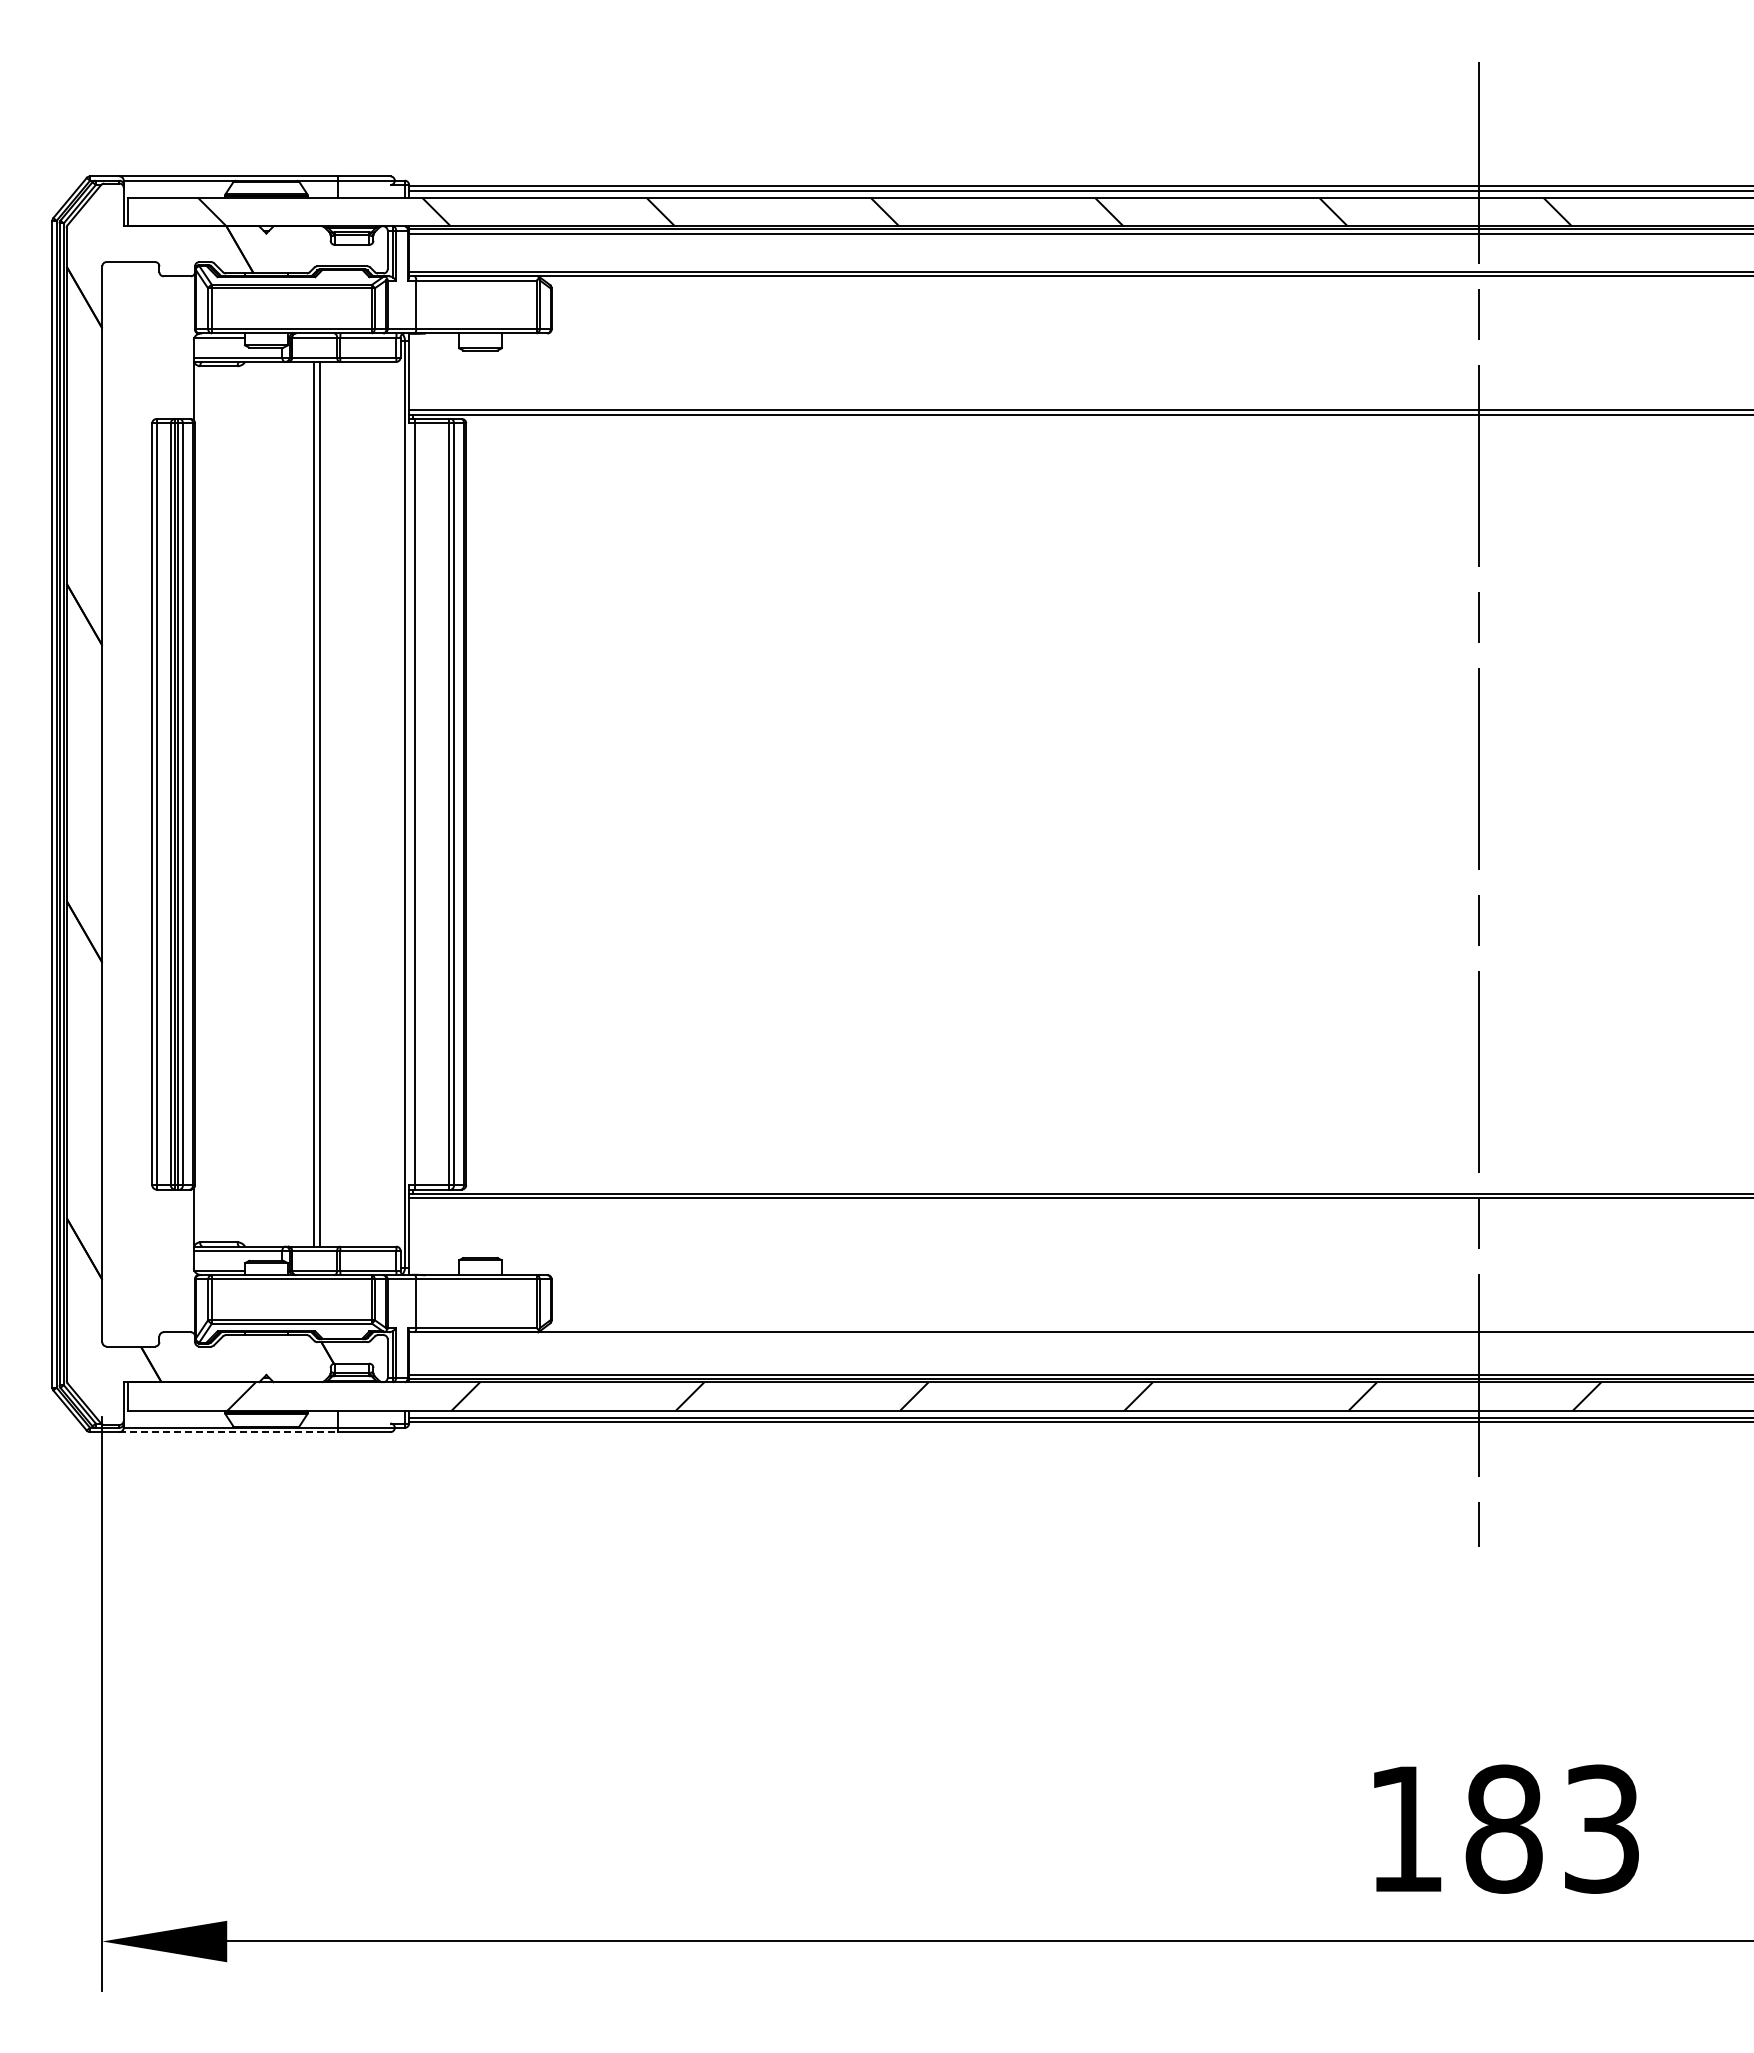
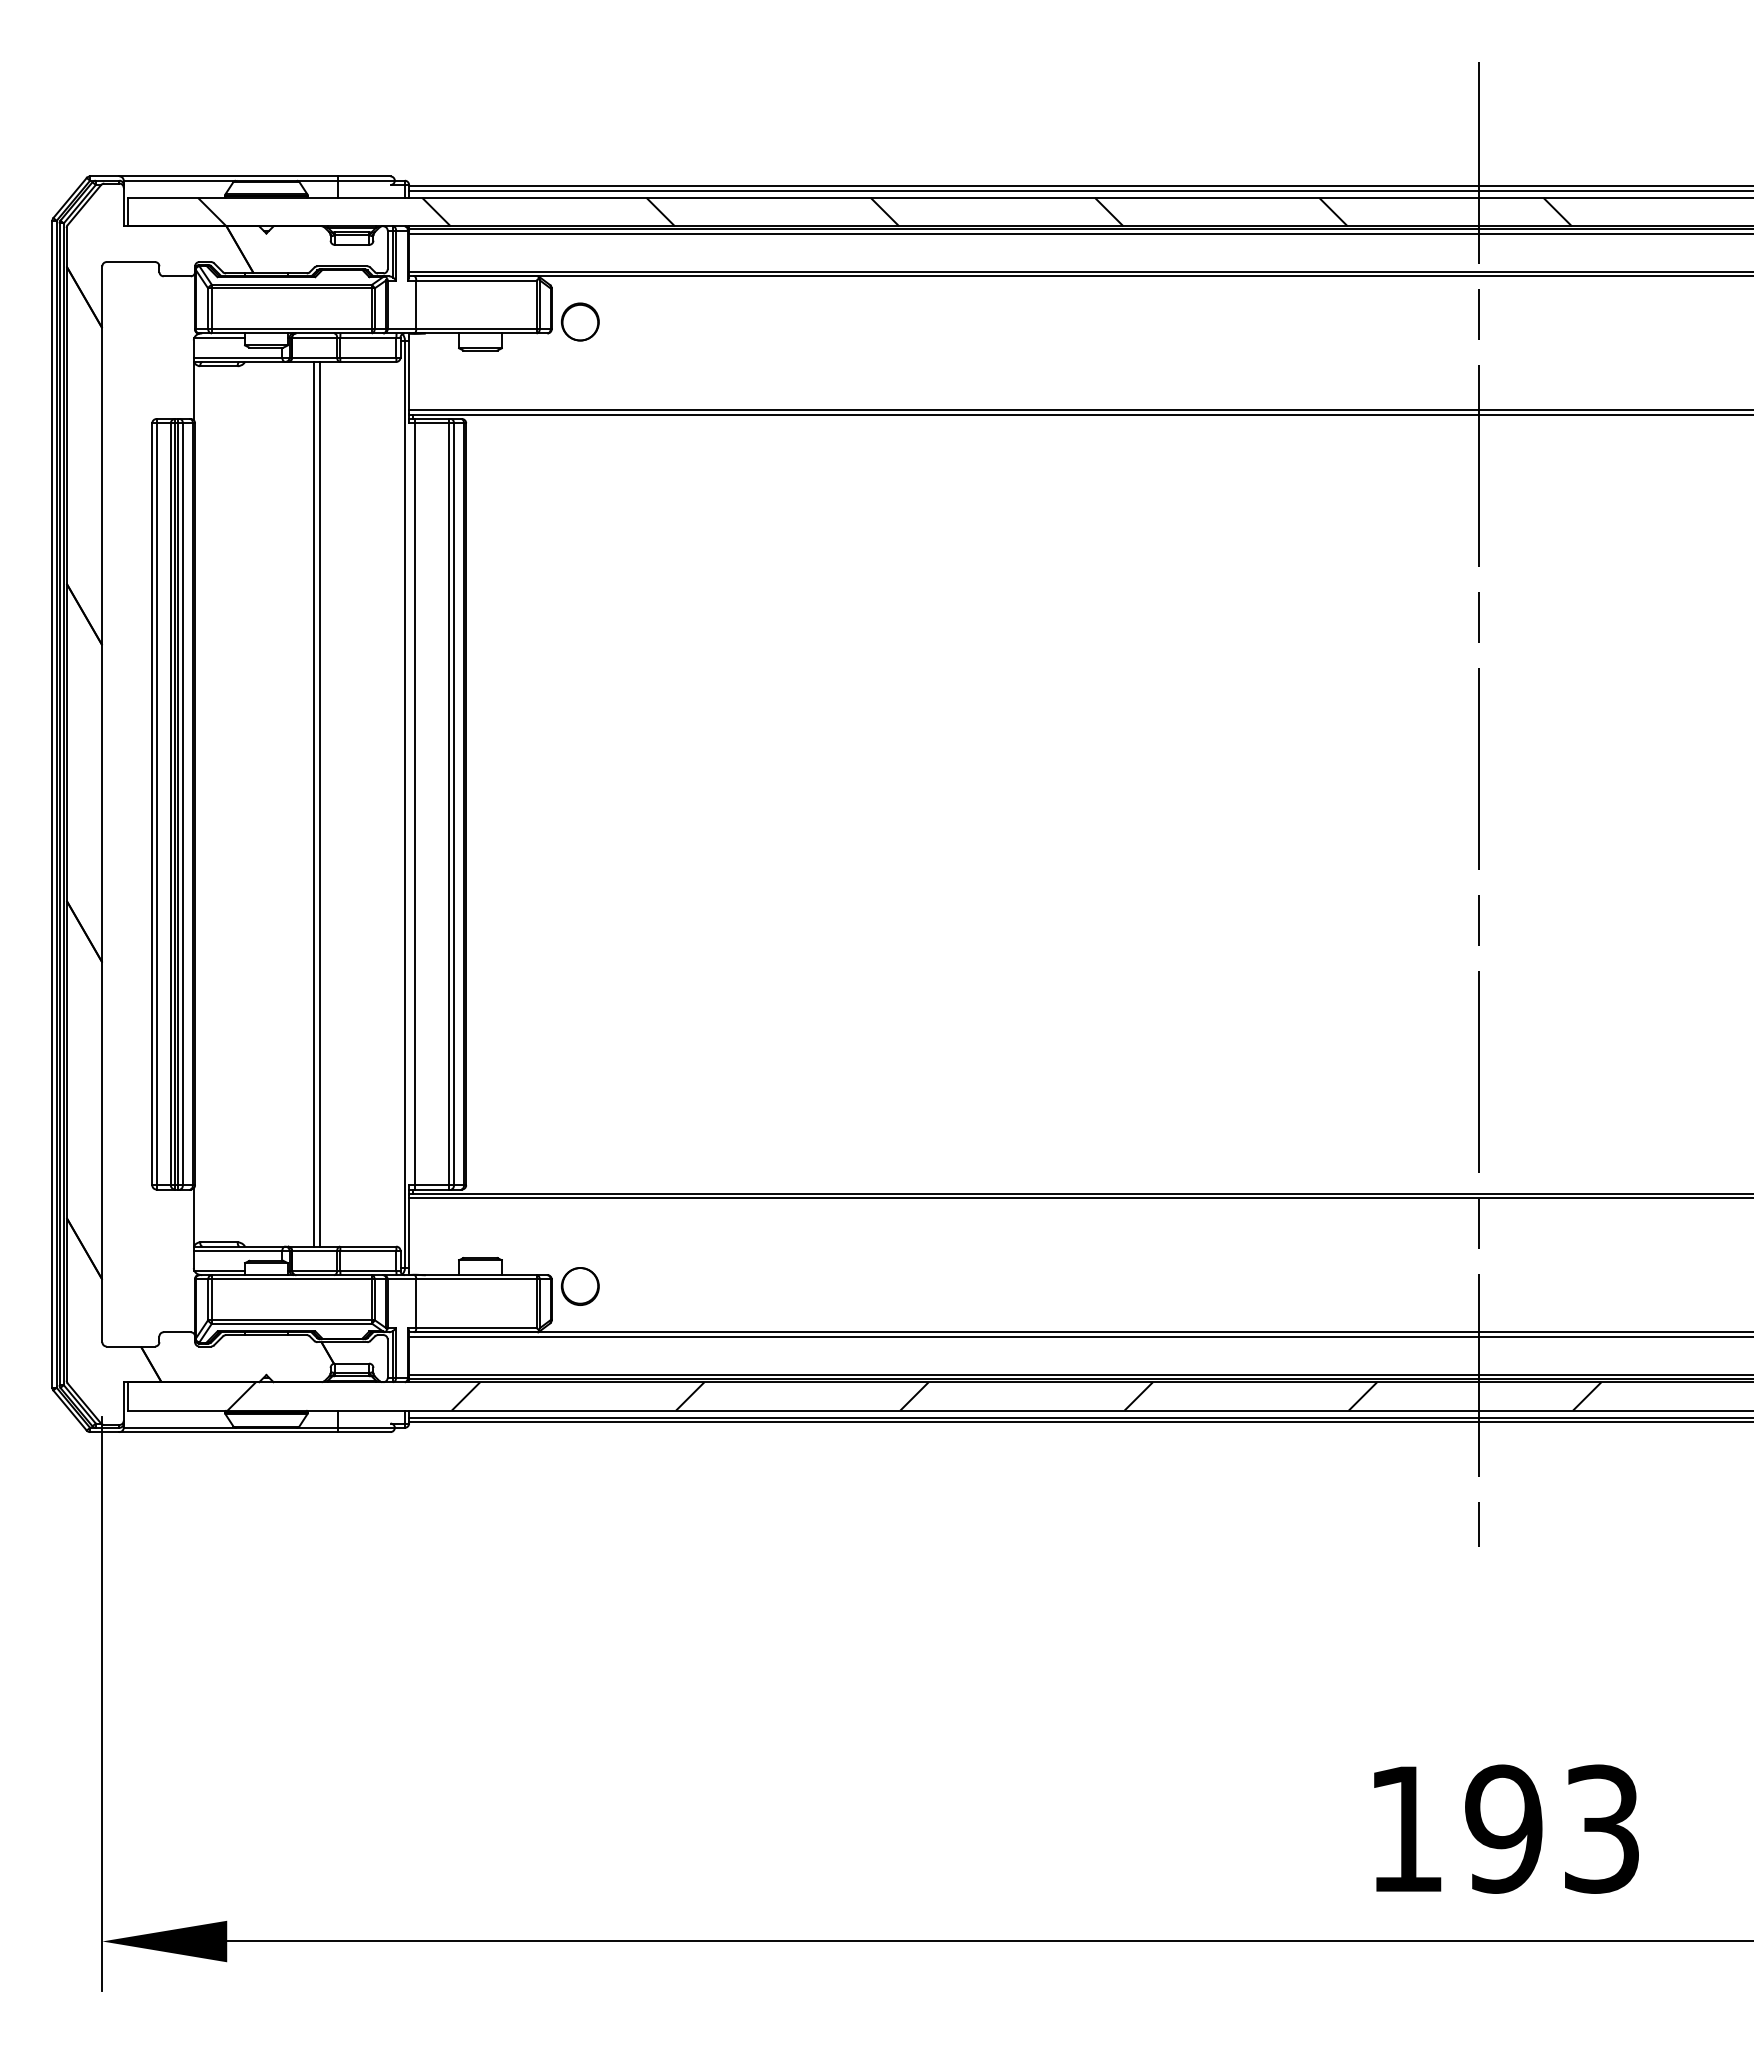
circle at (579, 321): none -> present
circle at (579, 1286): none -> present
line at (1079, 1336): none -> present
line at (229, 1432): dashed -> solid
text at (1503, 1828): 183 -> 193
